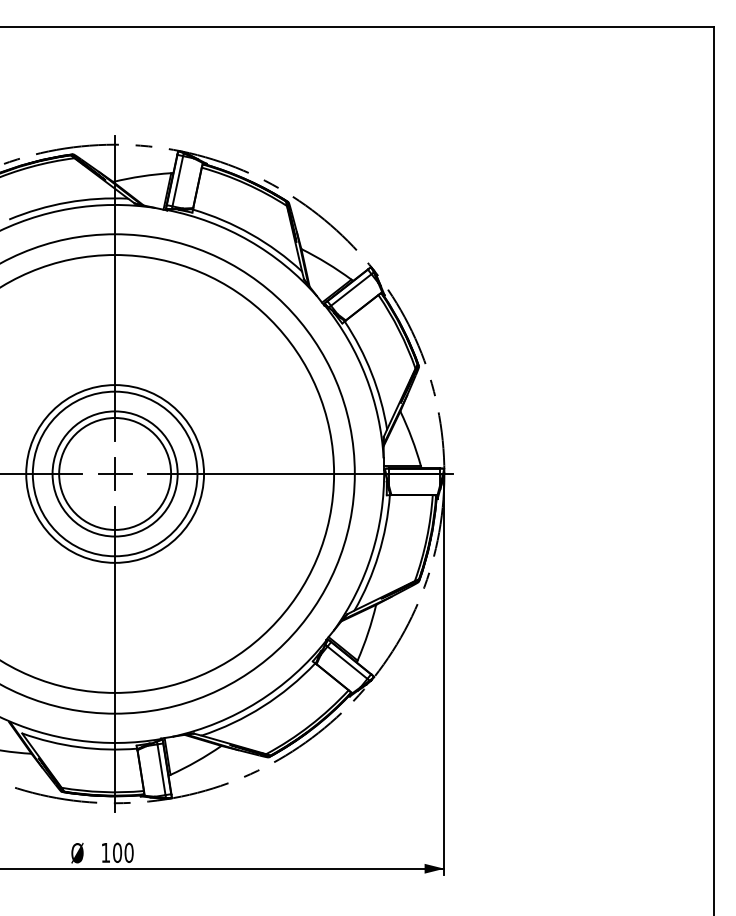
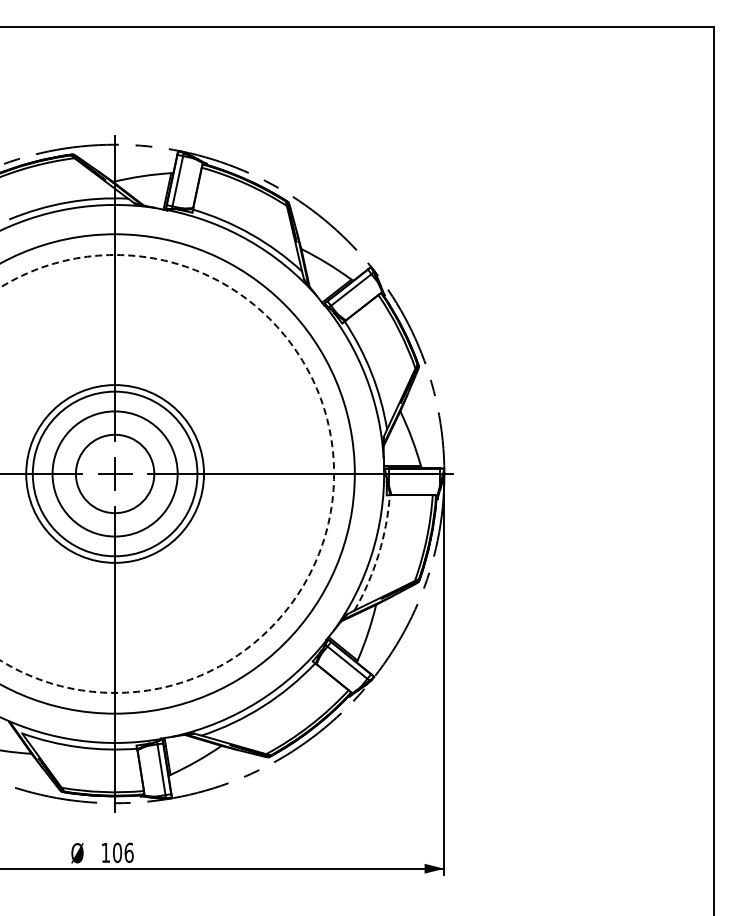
circle at (115, 473) diameter: 112 px -> 78 px
circle at (167, 473): solid -> dashed
arc at (378, 554): solid -> dashed
text at (128, 852): 100 -> 106
